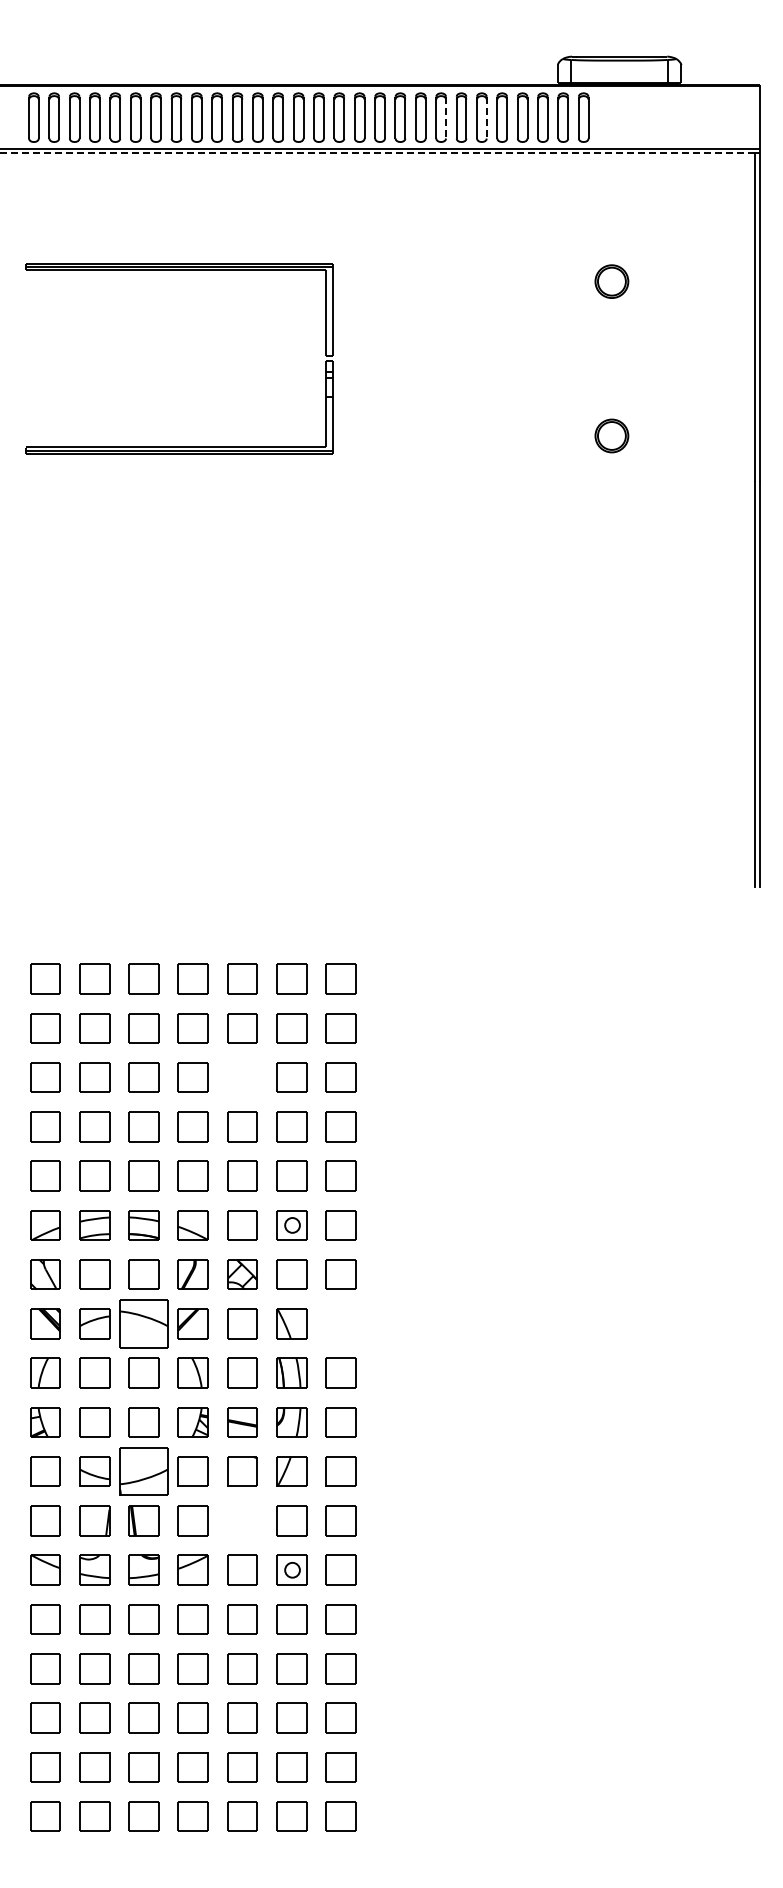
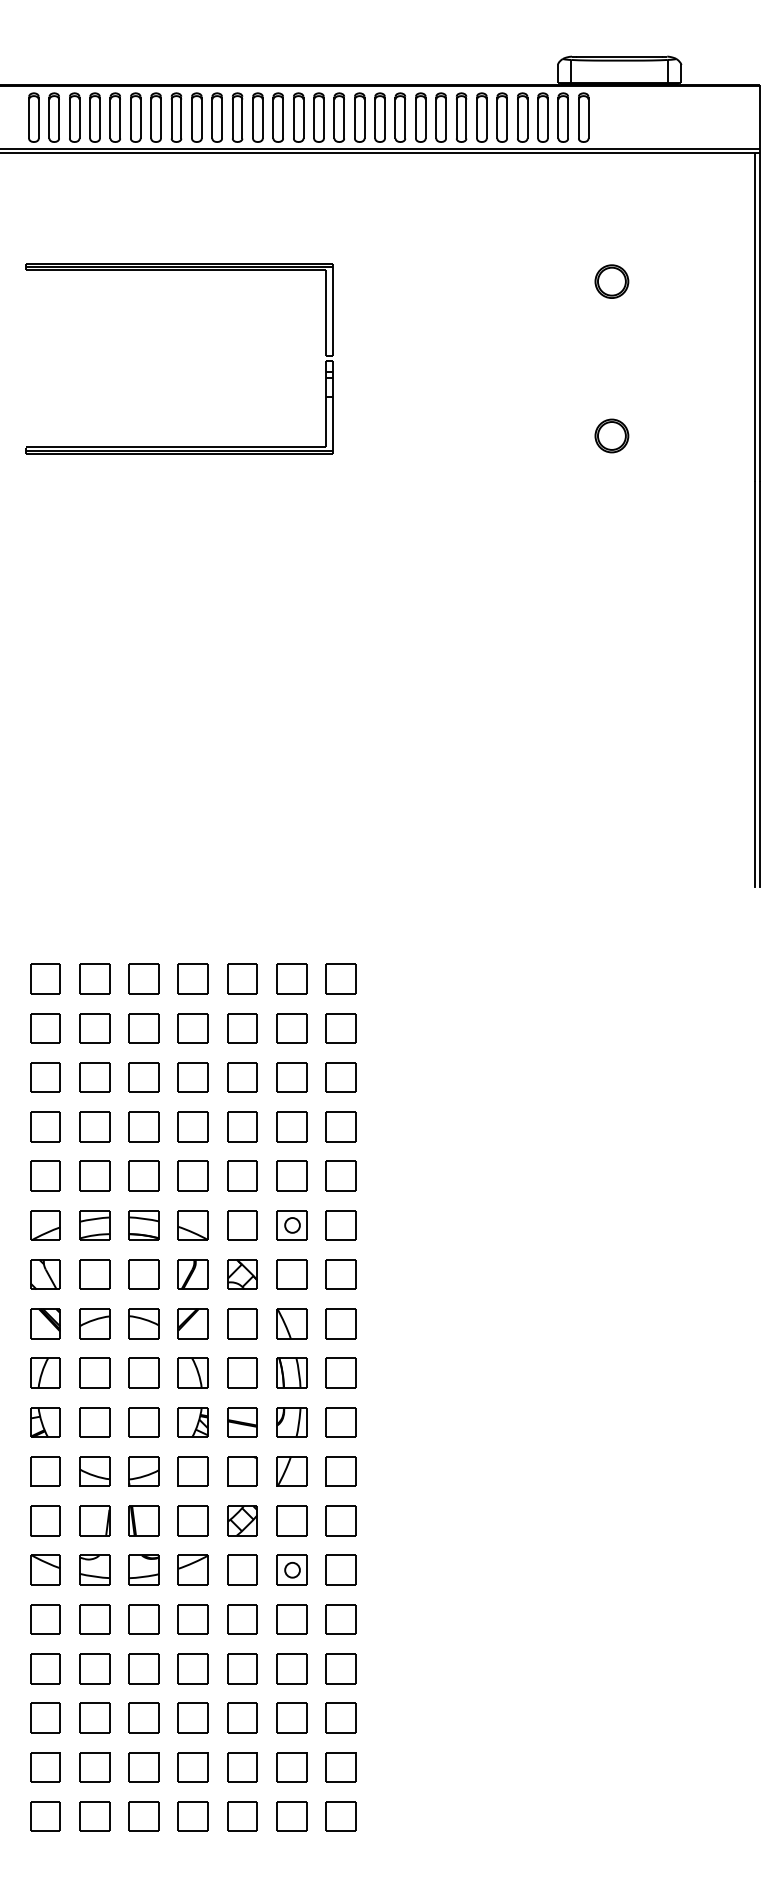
line at (446, 117): dashed -> solid
line at (486, 117): dashed -> solid
line at (377, 153): dashed -> solid
part at (242, 1077): none -> present
part at (143, 1323) size: 50x50 px -> 32x32 px
part at (340, 1323): none -> present
part at (143, 1471) size: 50x49 px -> 32x31 px
part at (242, 1520): none -> present
